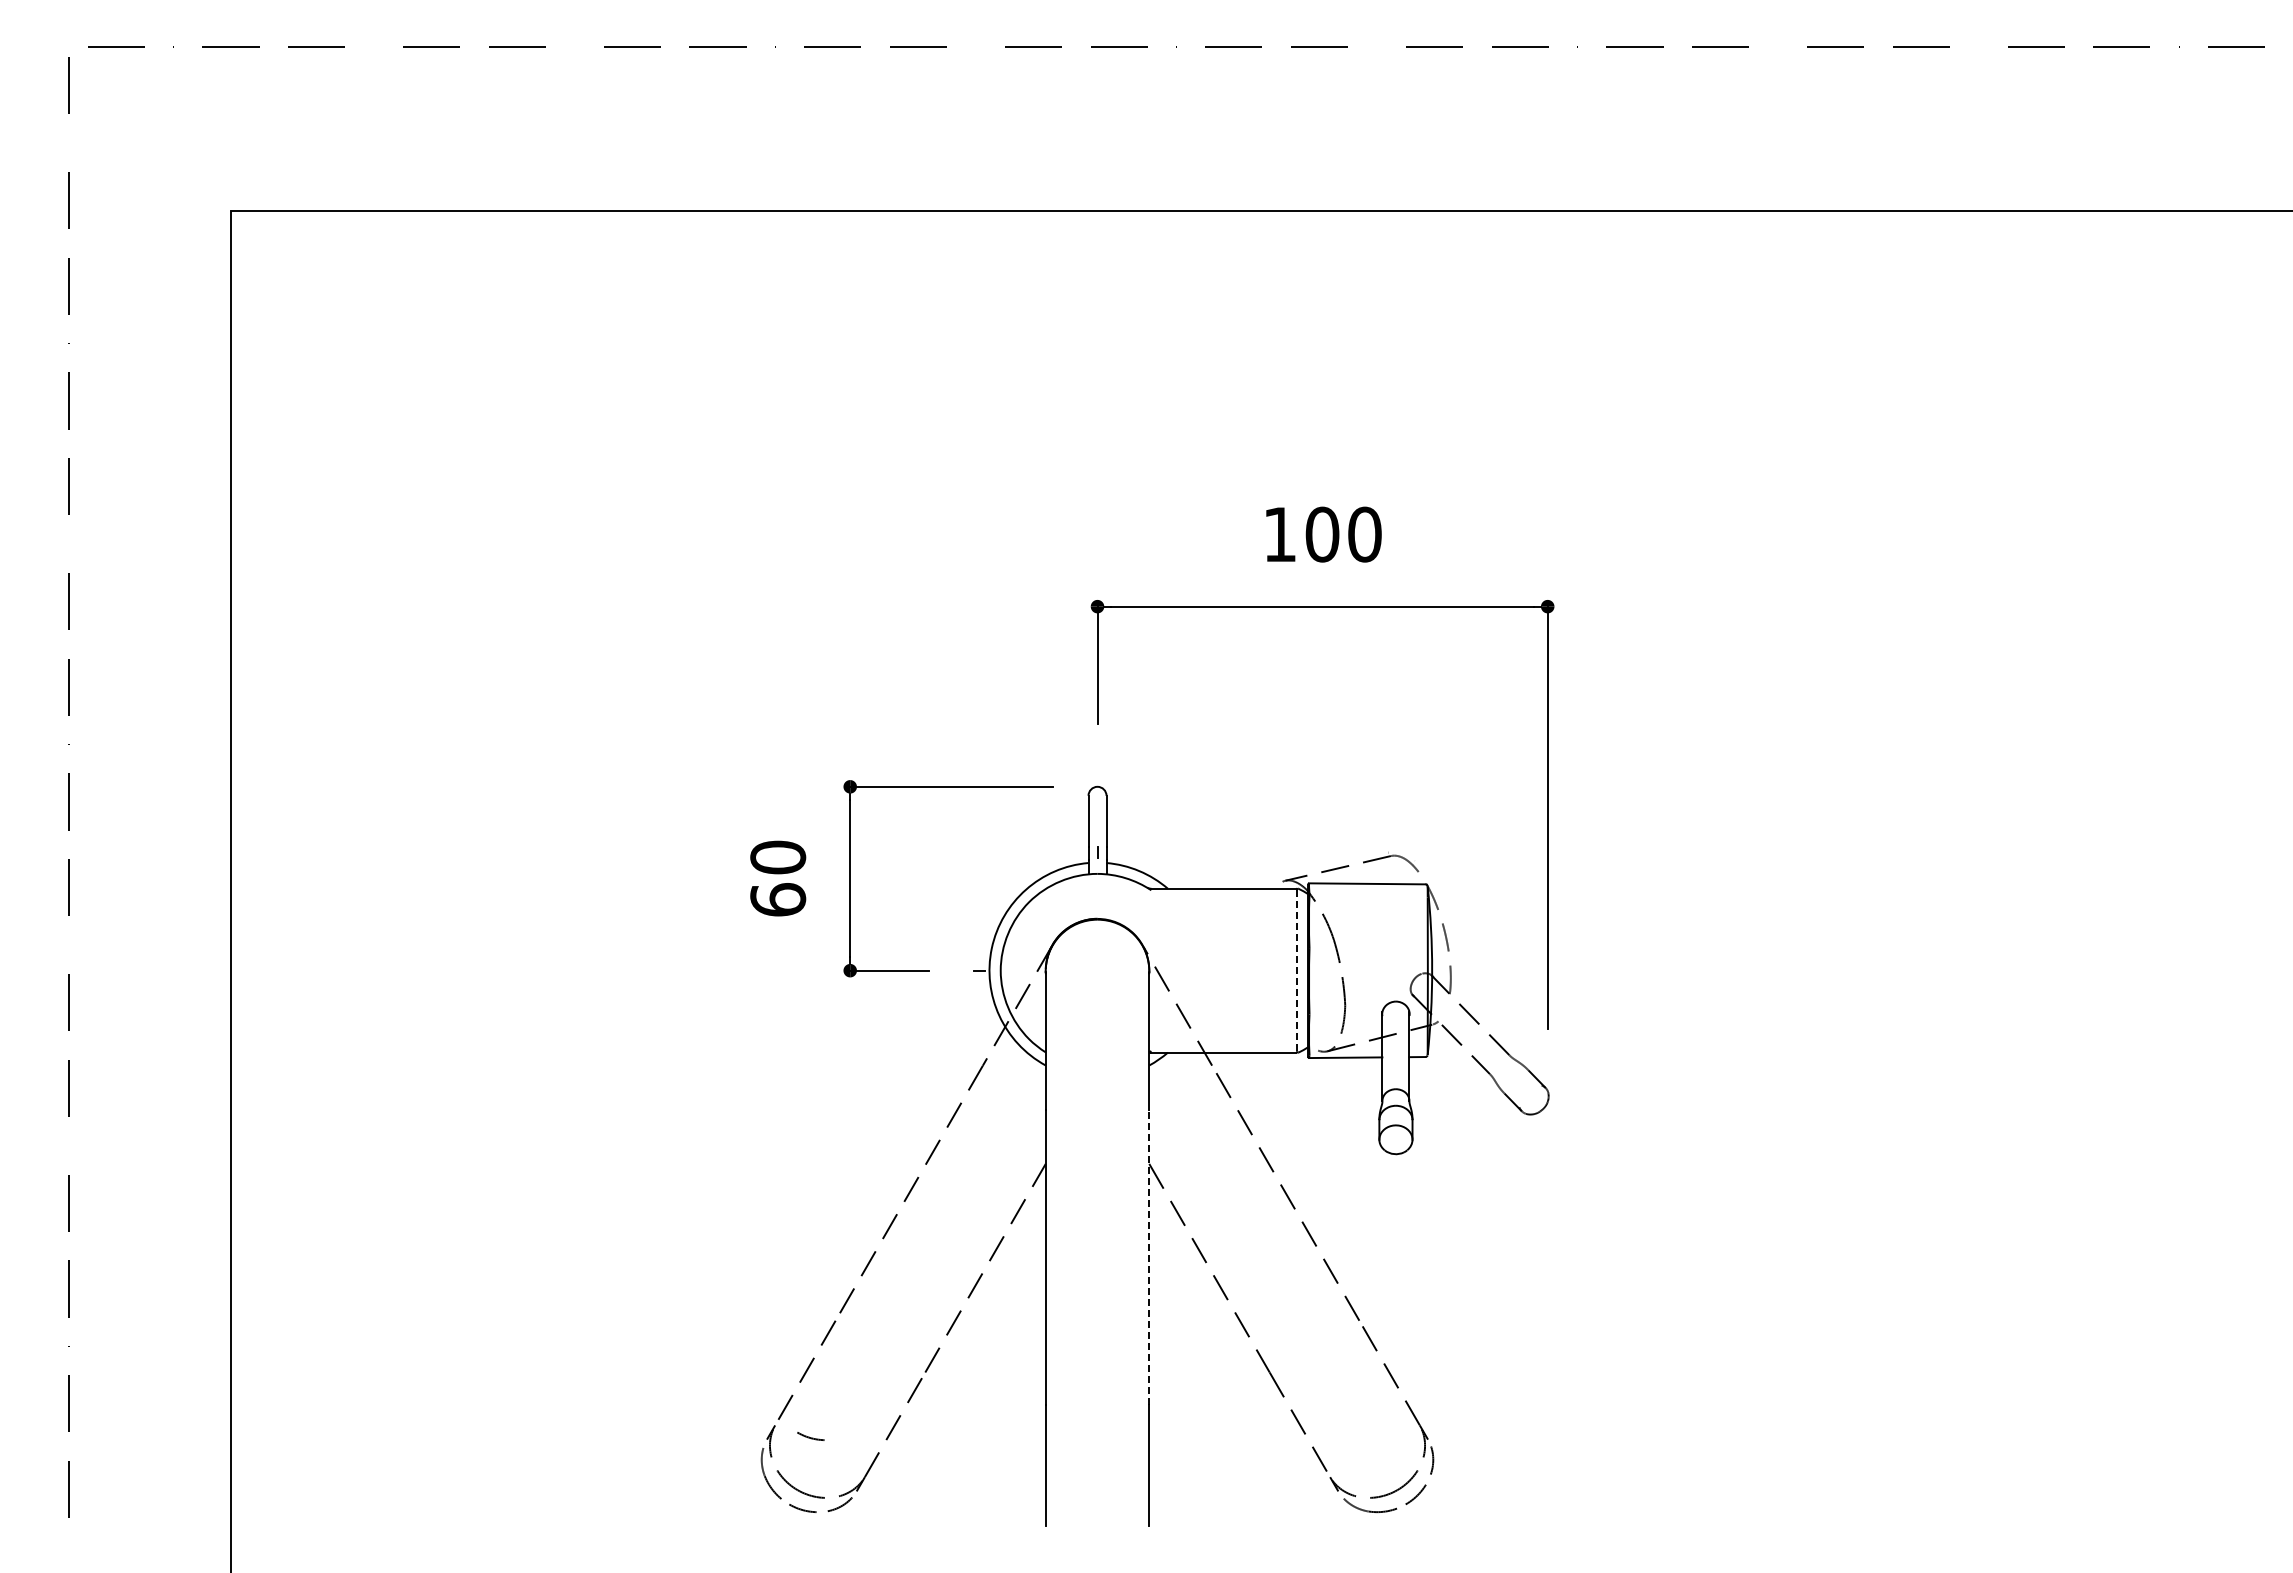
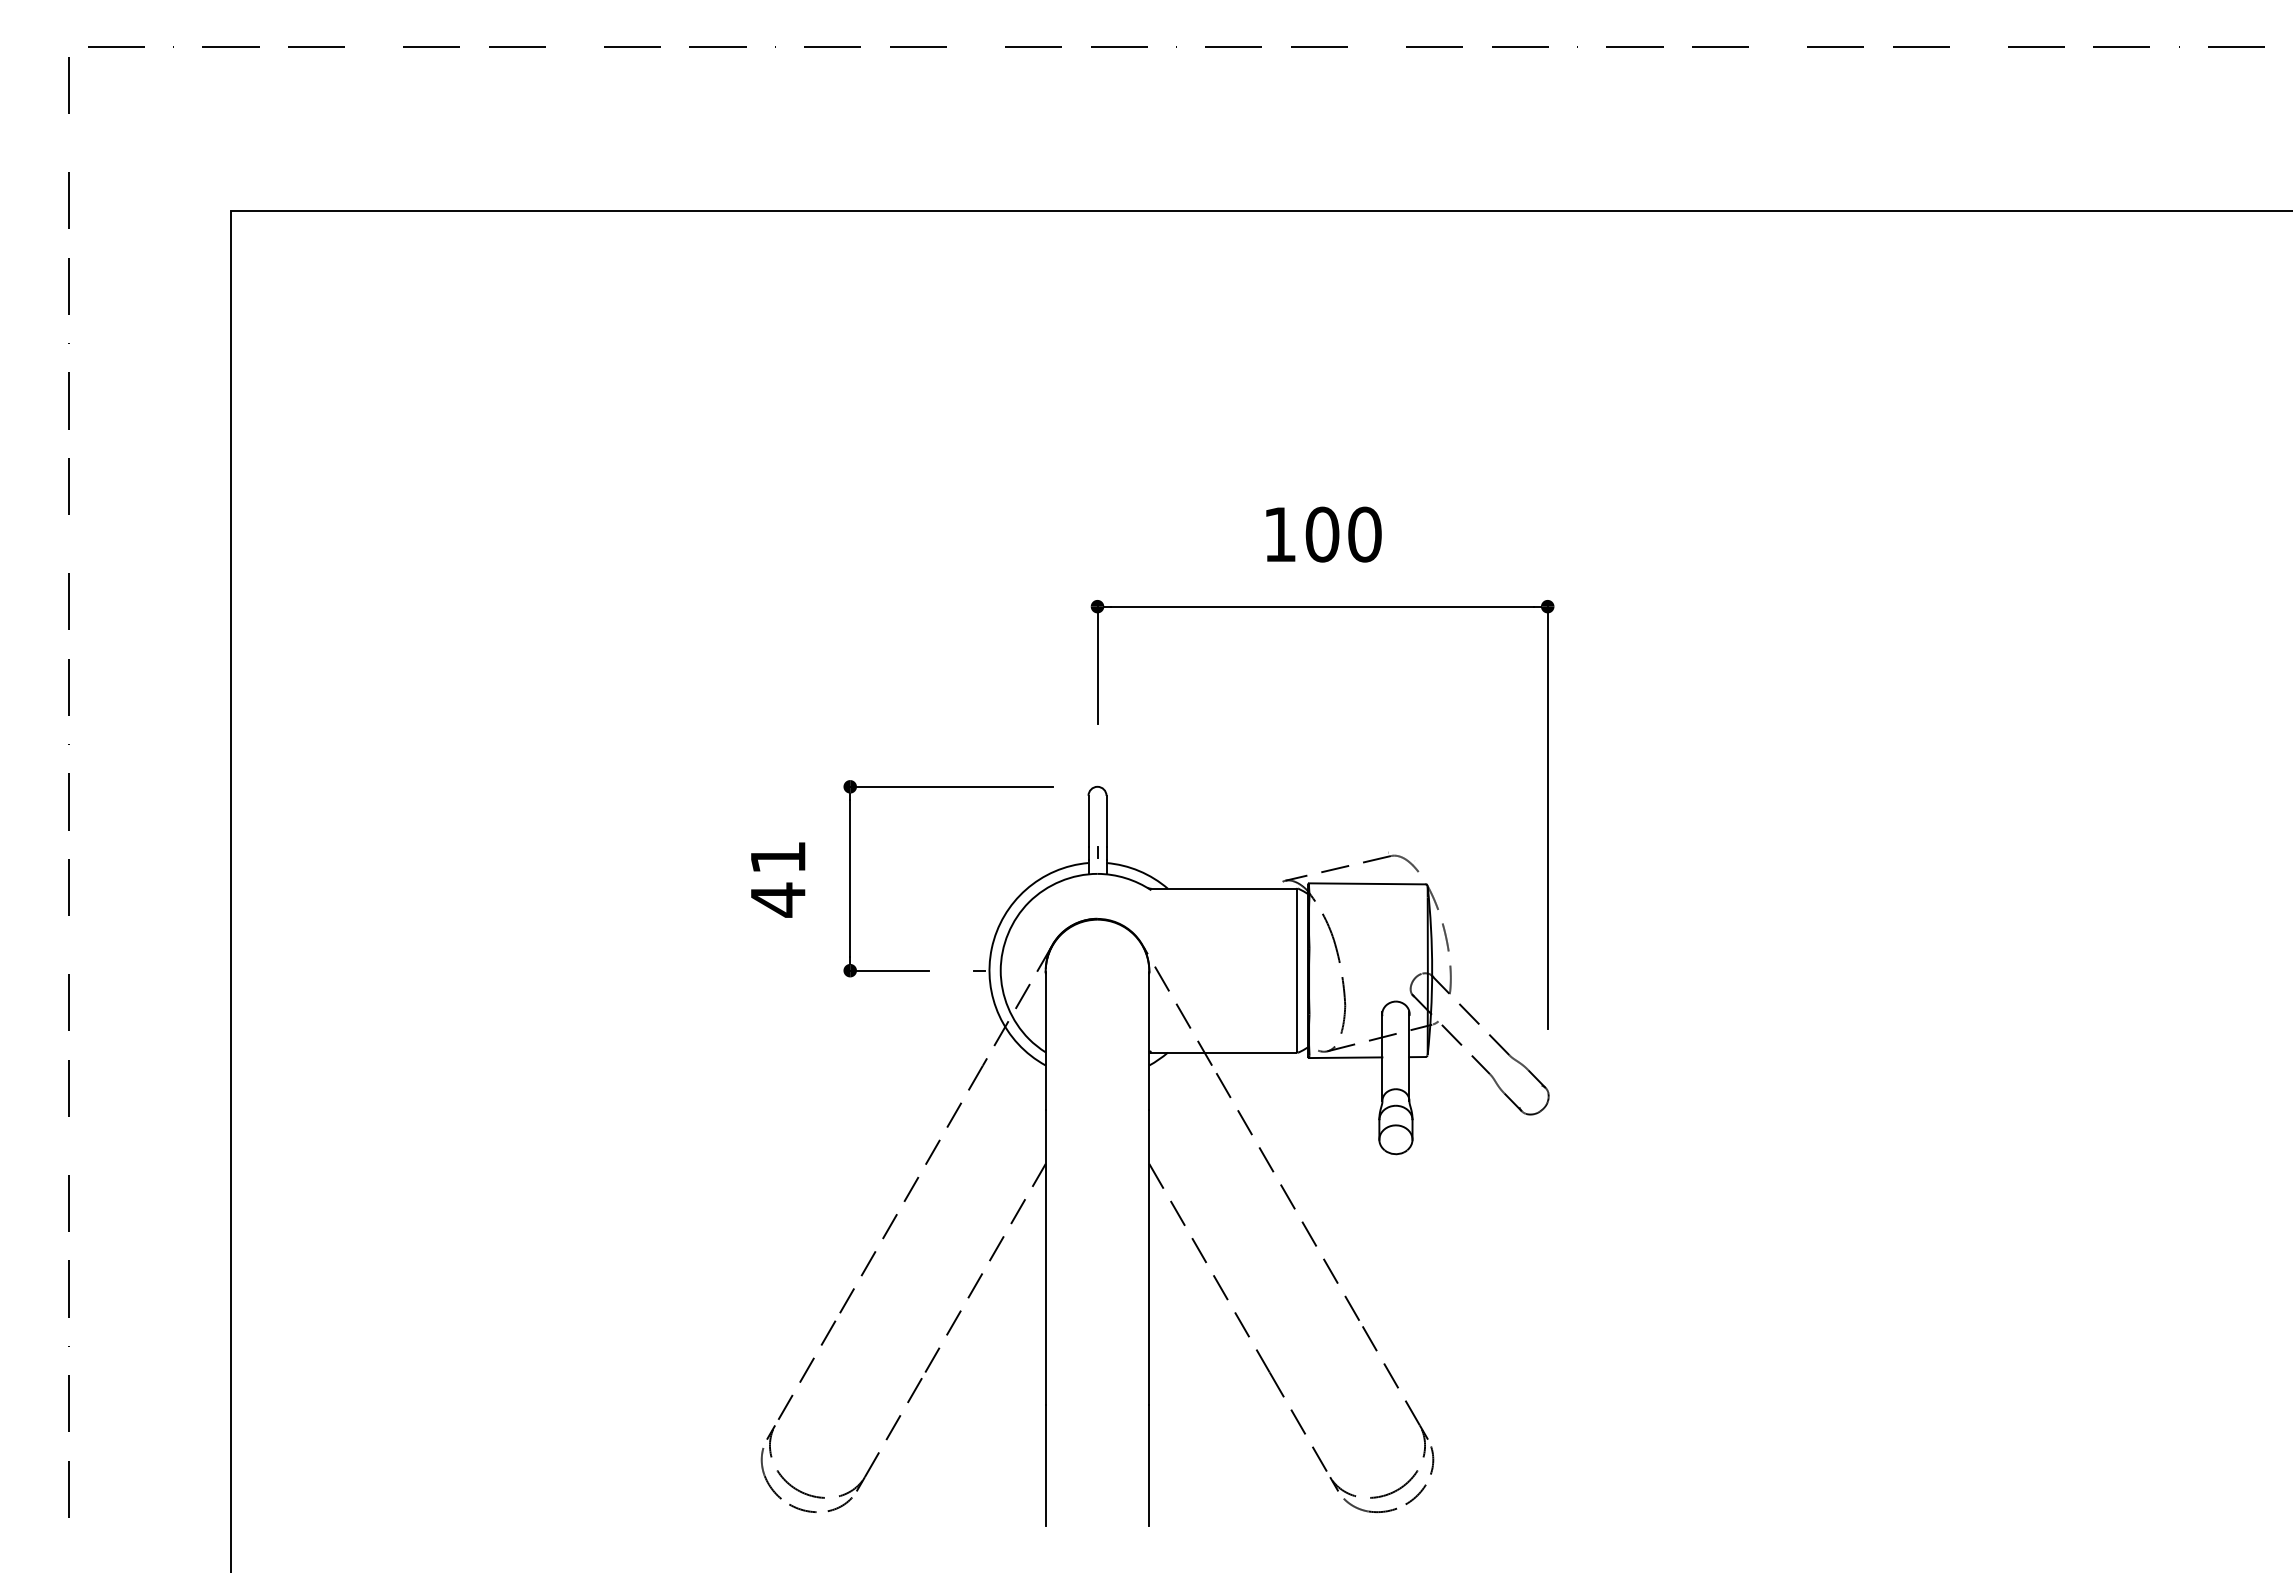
text at (778, 878): 60 -> 41
line at (1297, 971): dashed -> solid
line at (1149, 1257): dashed -> solid
arc at (809, 1436): present -> none
